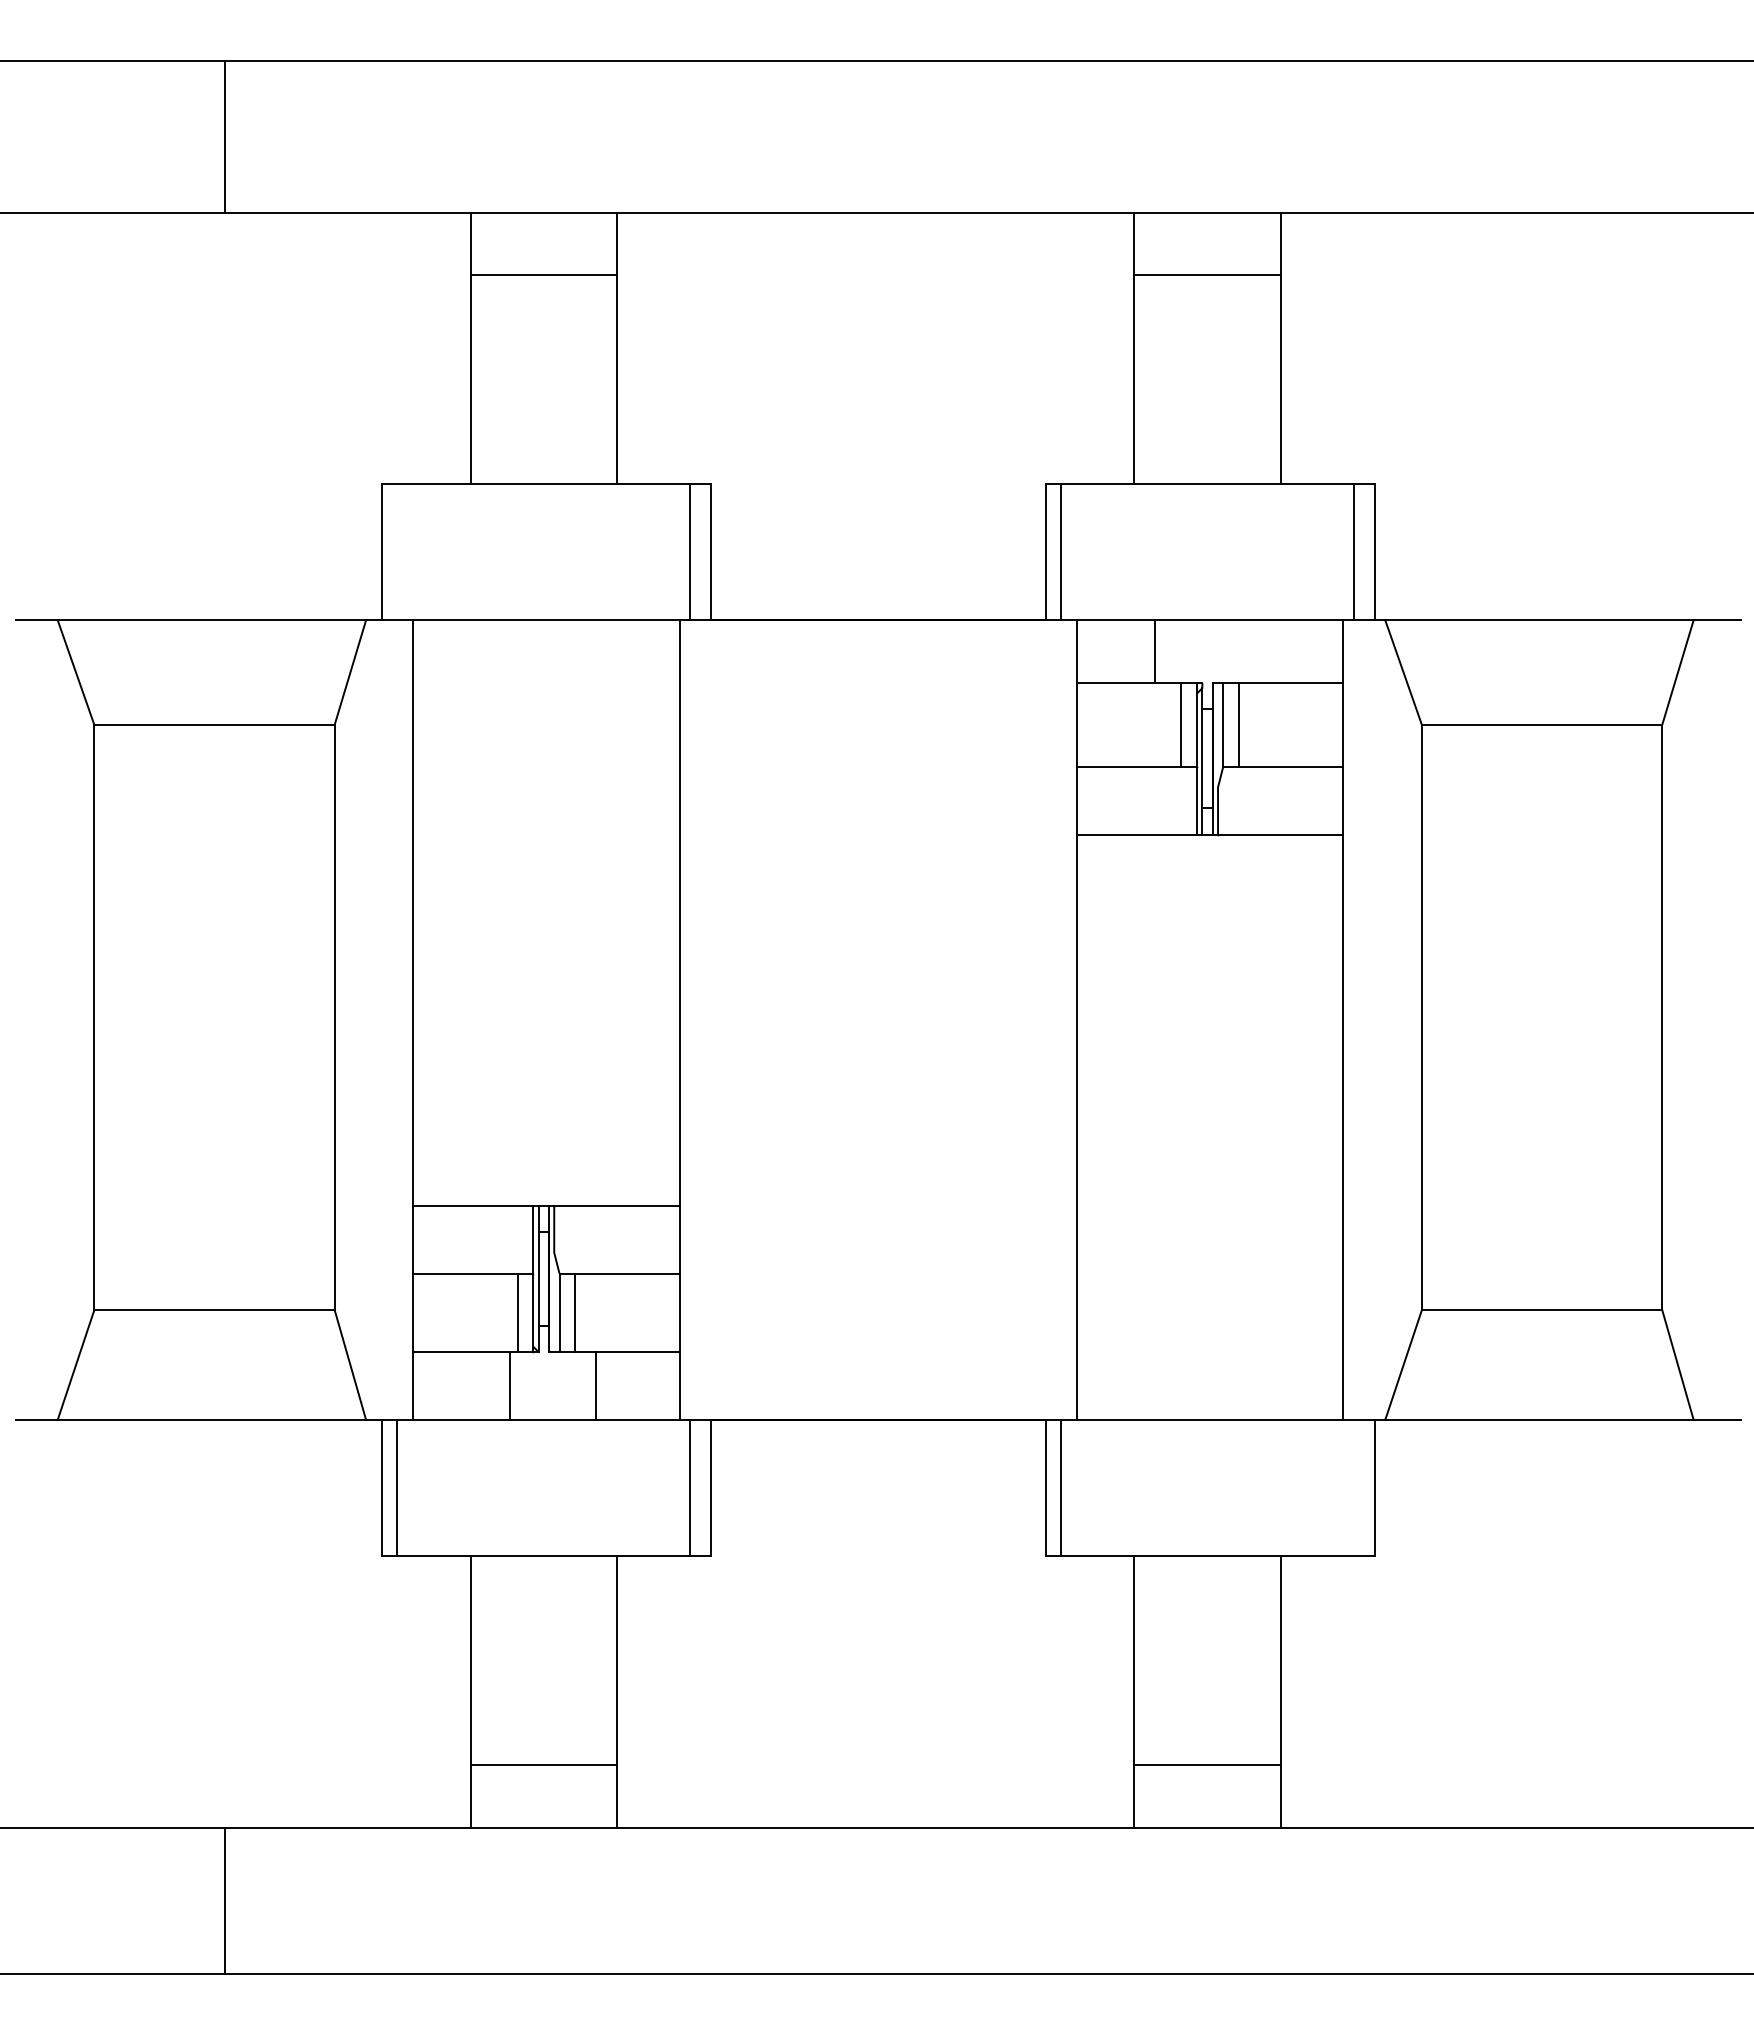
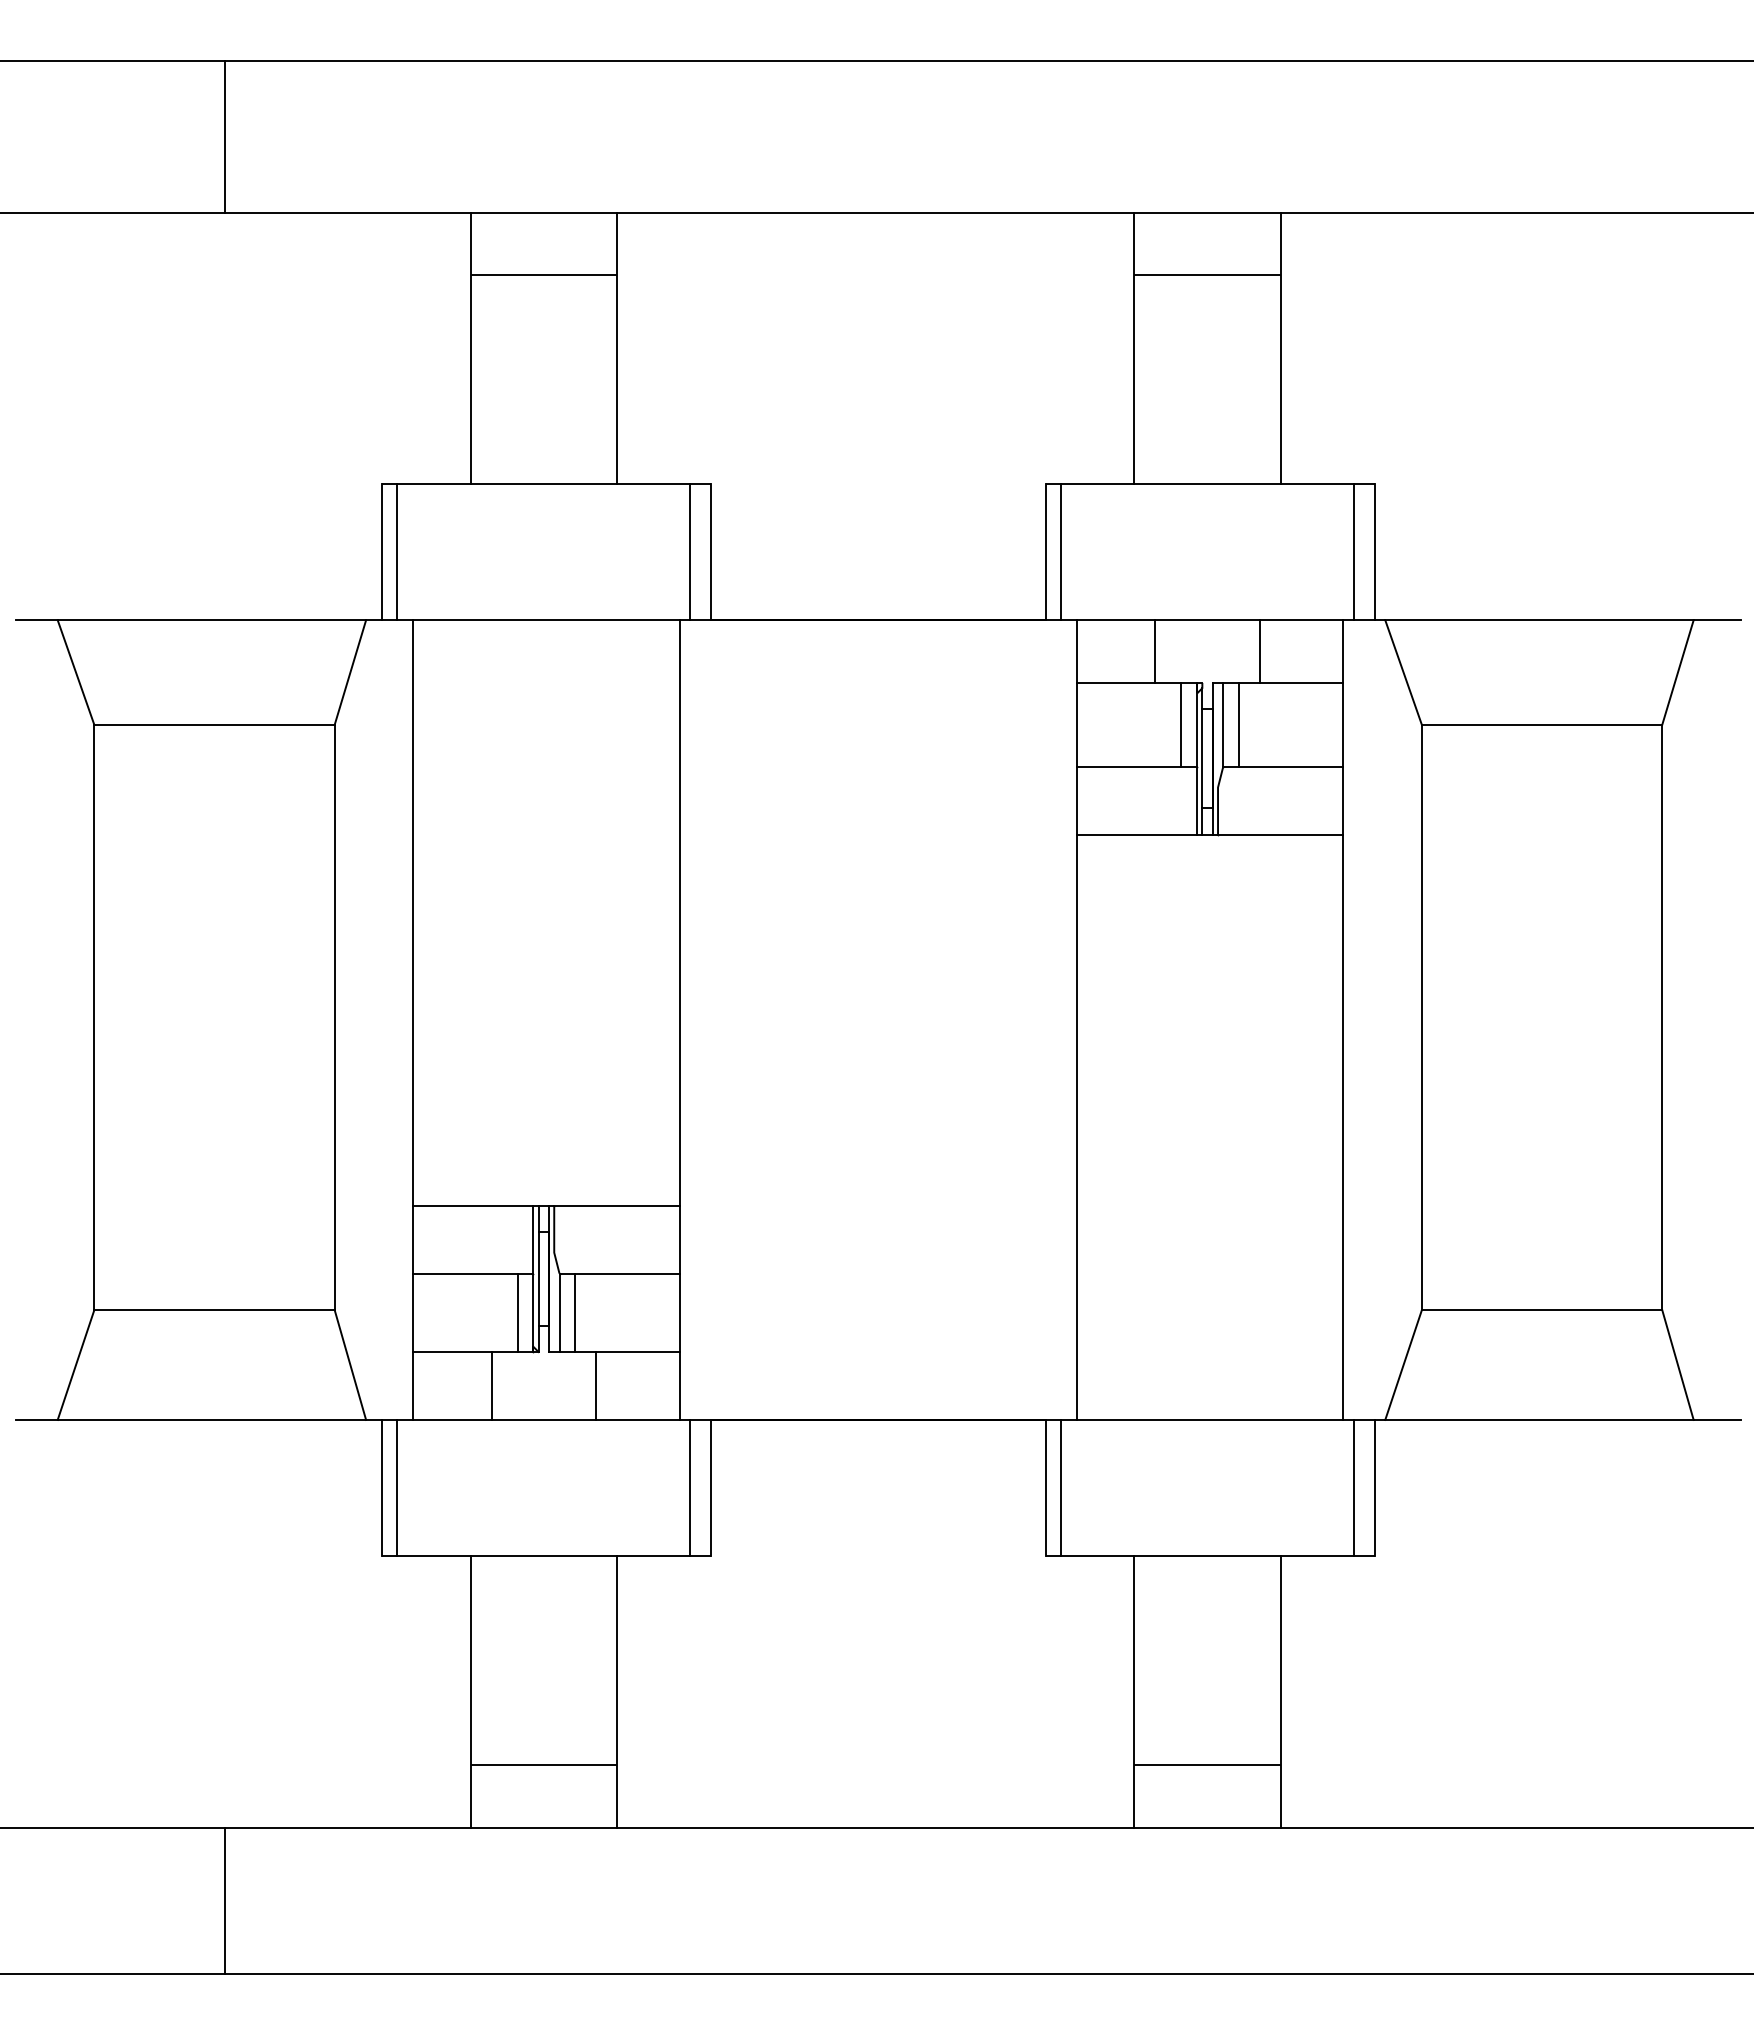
line at (397, 552): none -> present
line at (1259, 651): none -> present
line at (509, 1385) position: (509, 1385) -> (491, 1385)
line at (1353, 1487): none -> present
